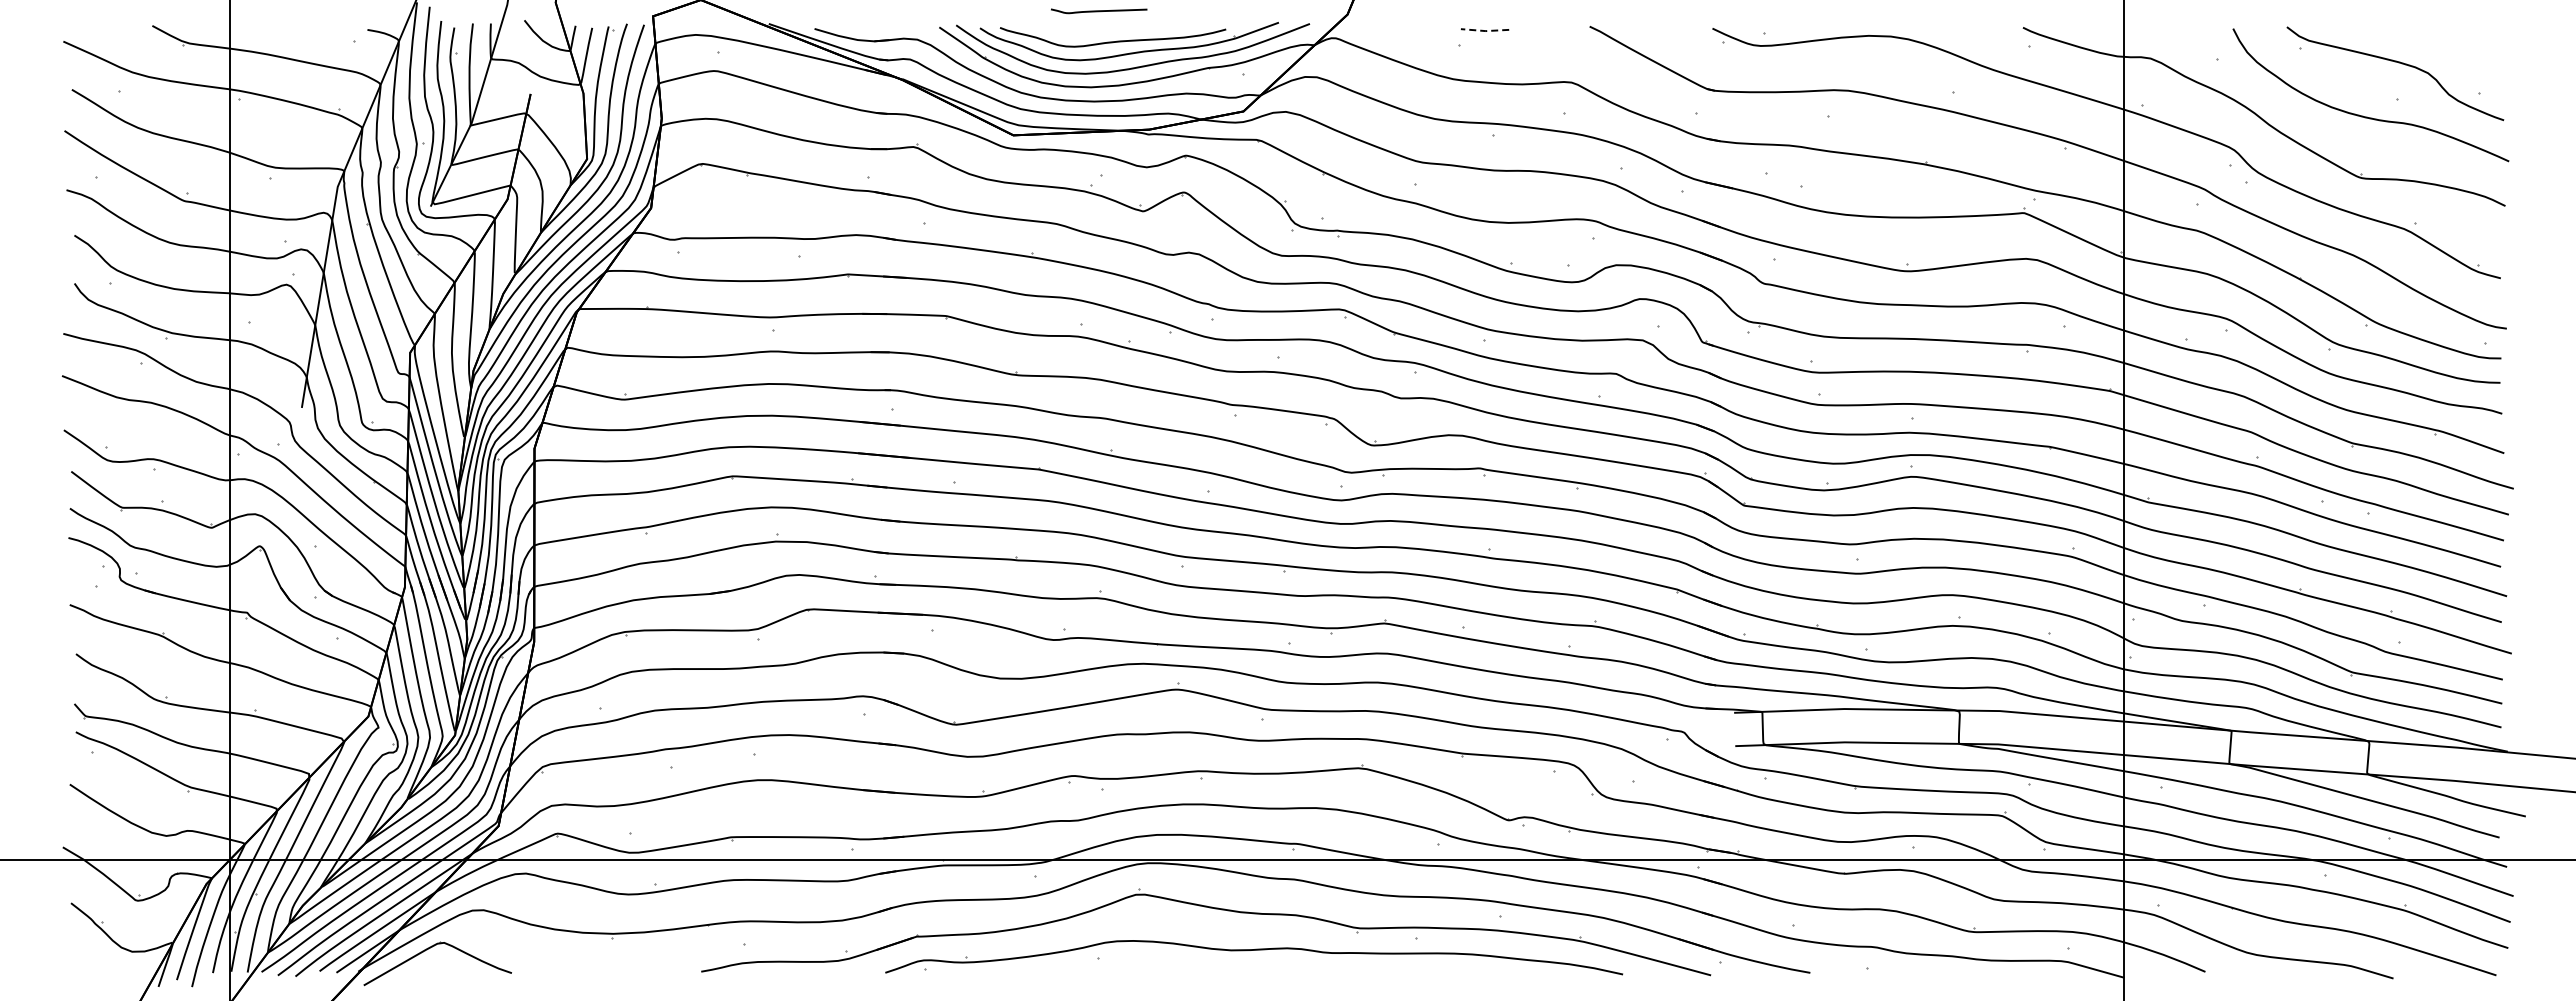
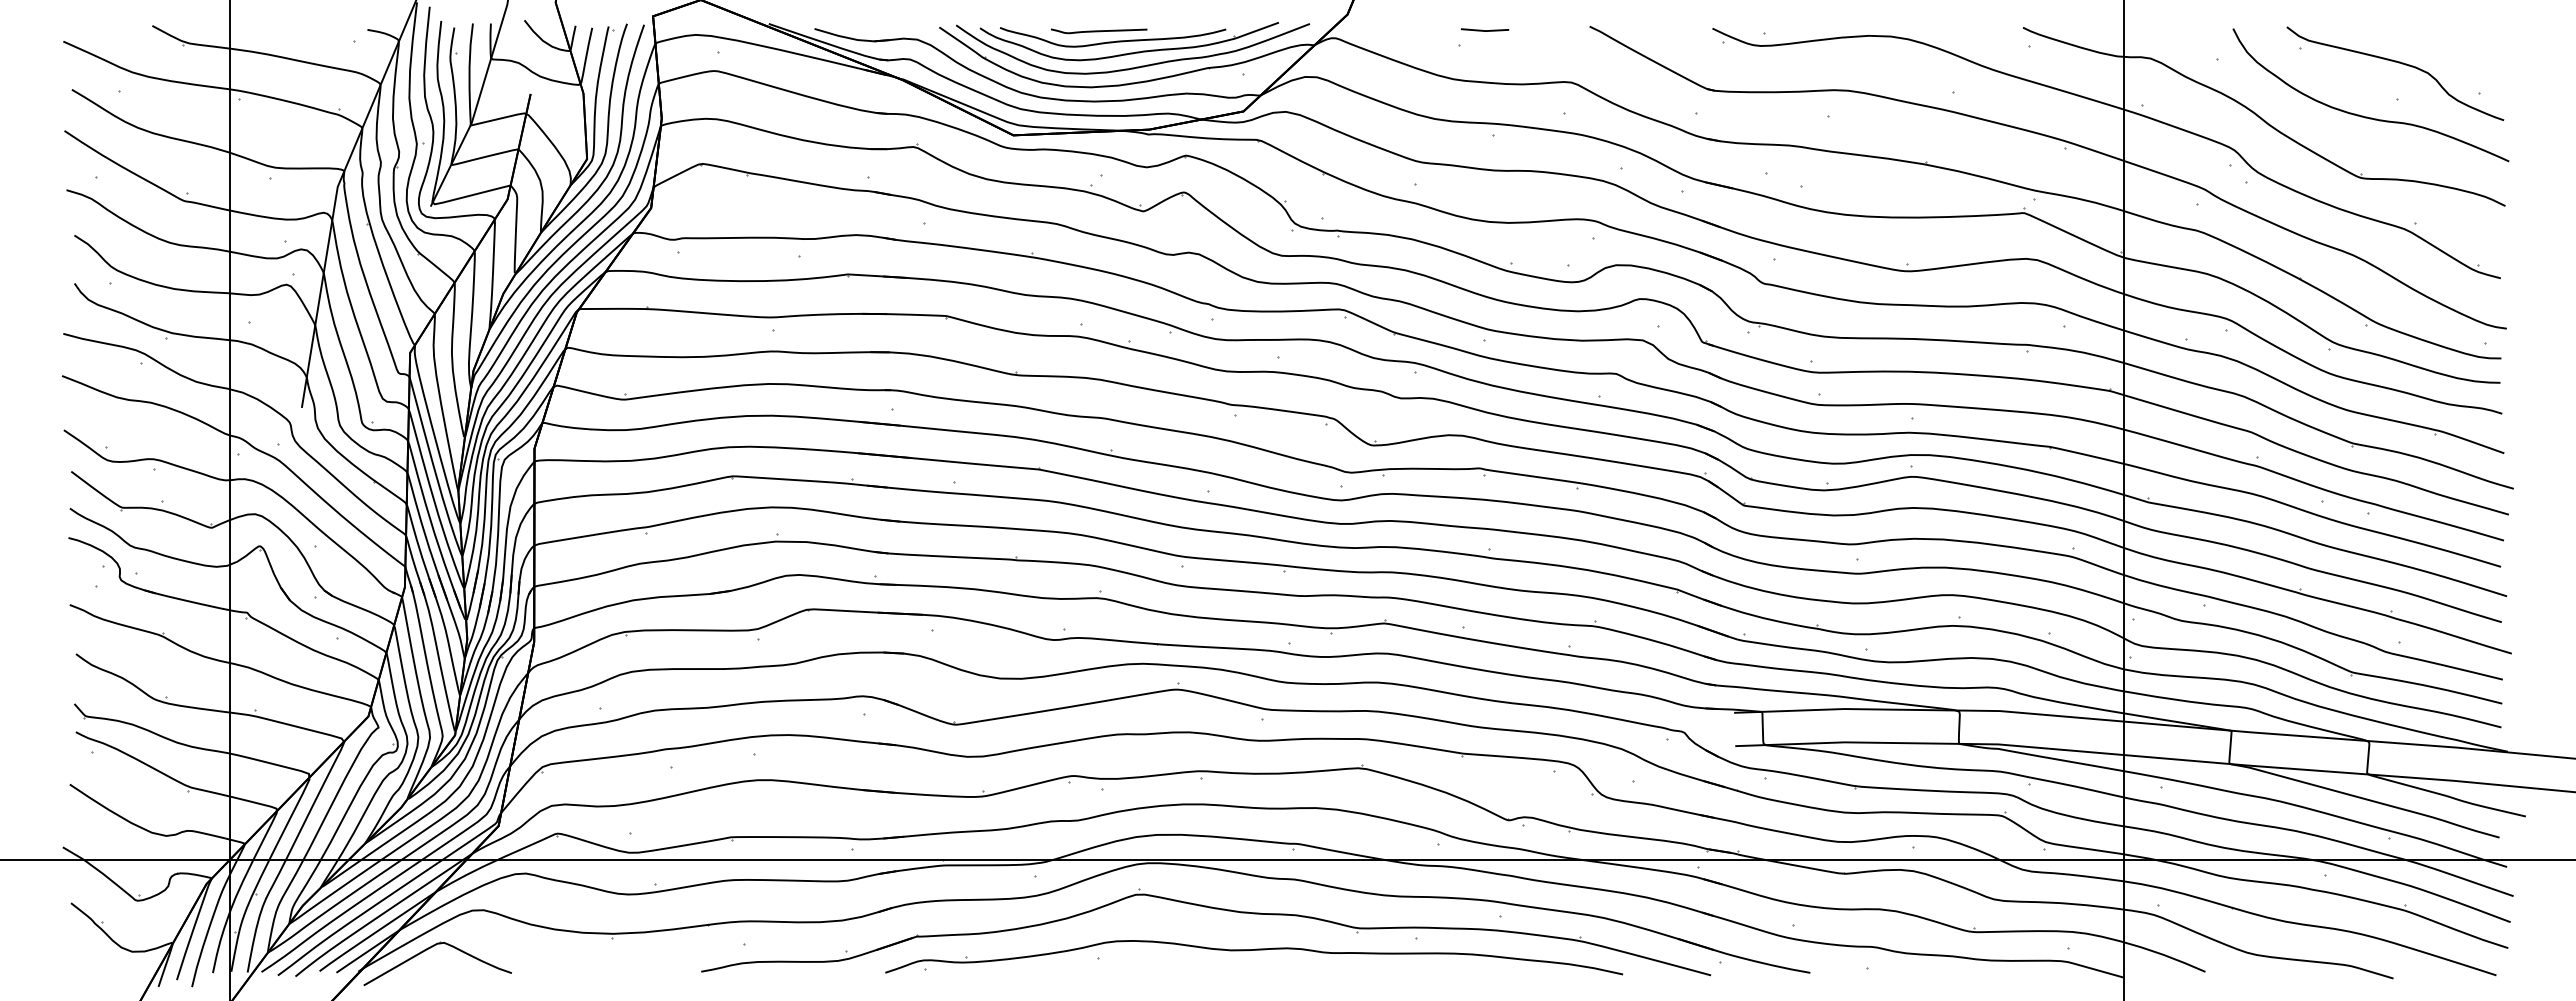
curve at (1099, 11) position: (1099, 11) -> (1099, 31)
line at (1484, 31): dashed -> solid
